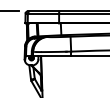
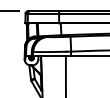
line at (65, 75): none -> present
